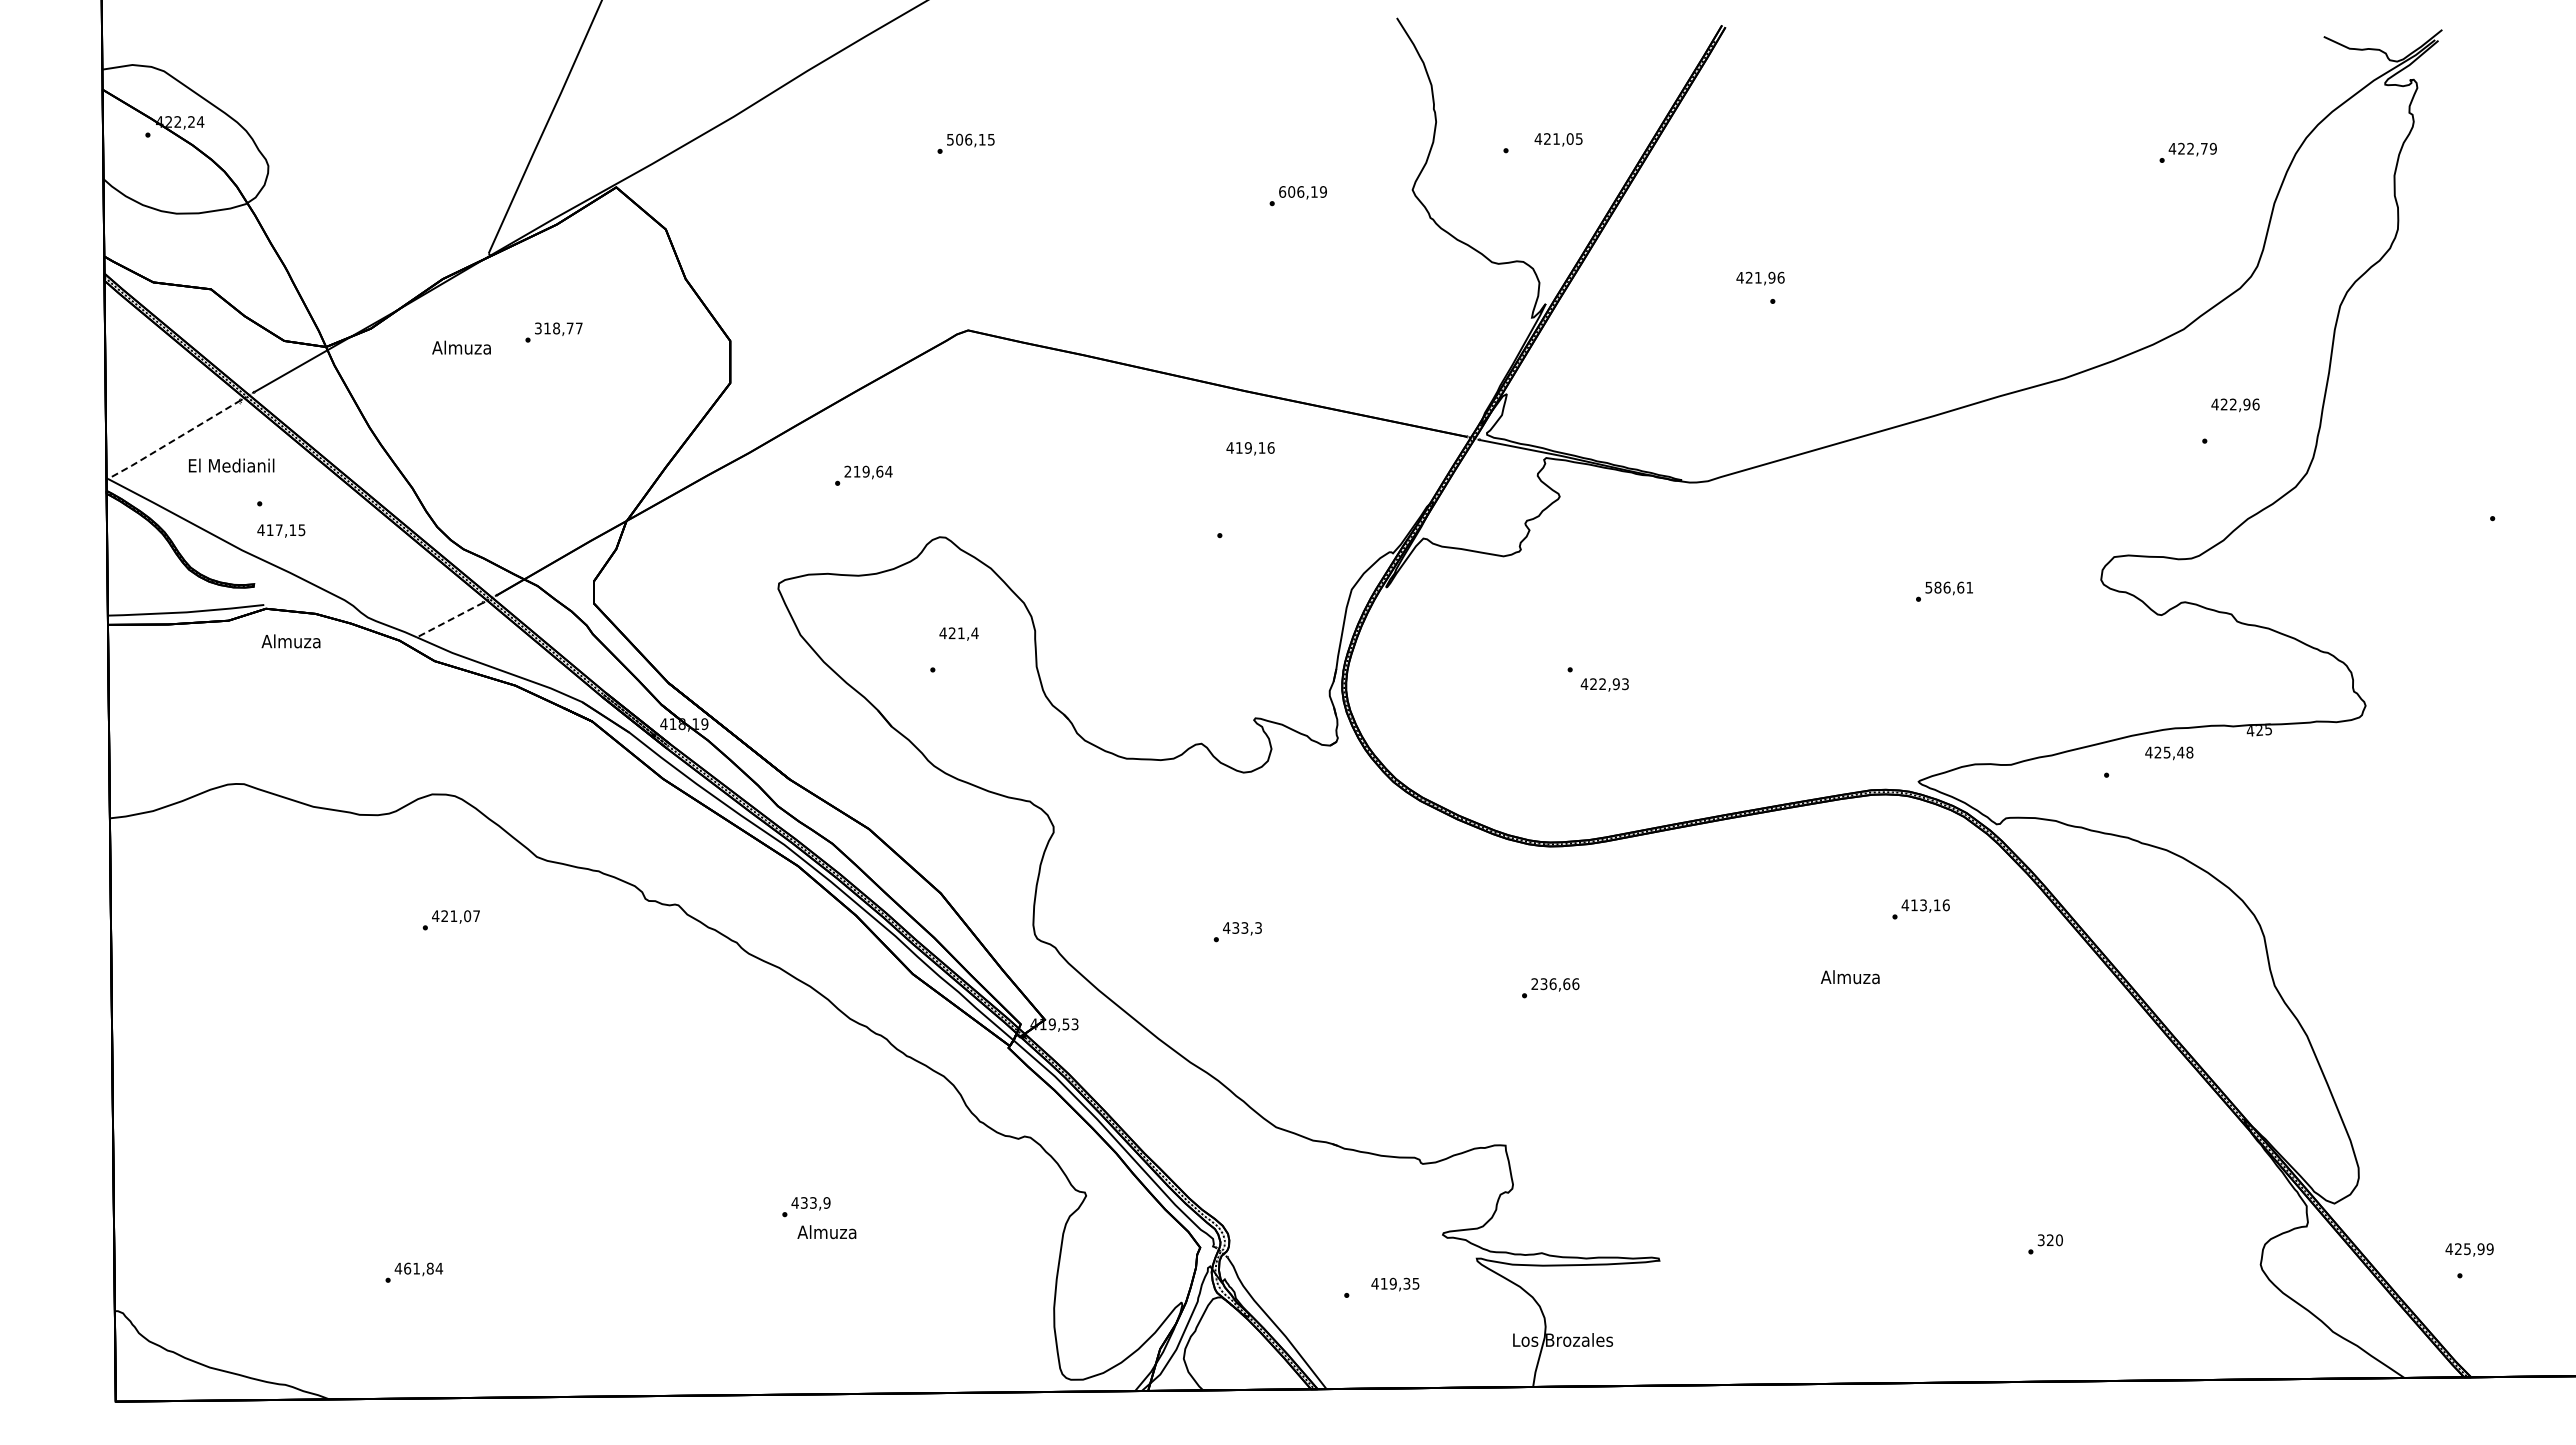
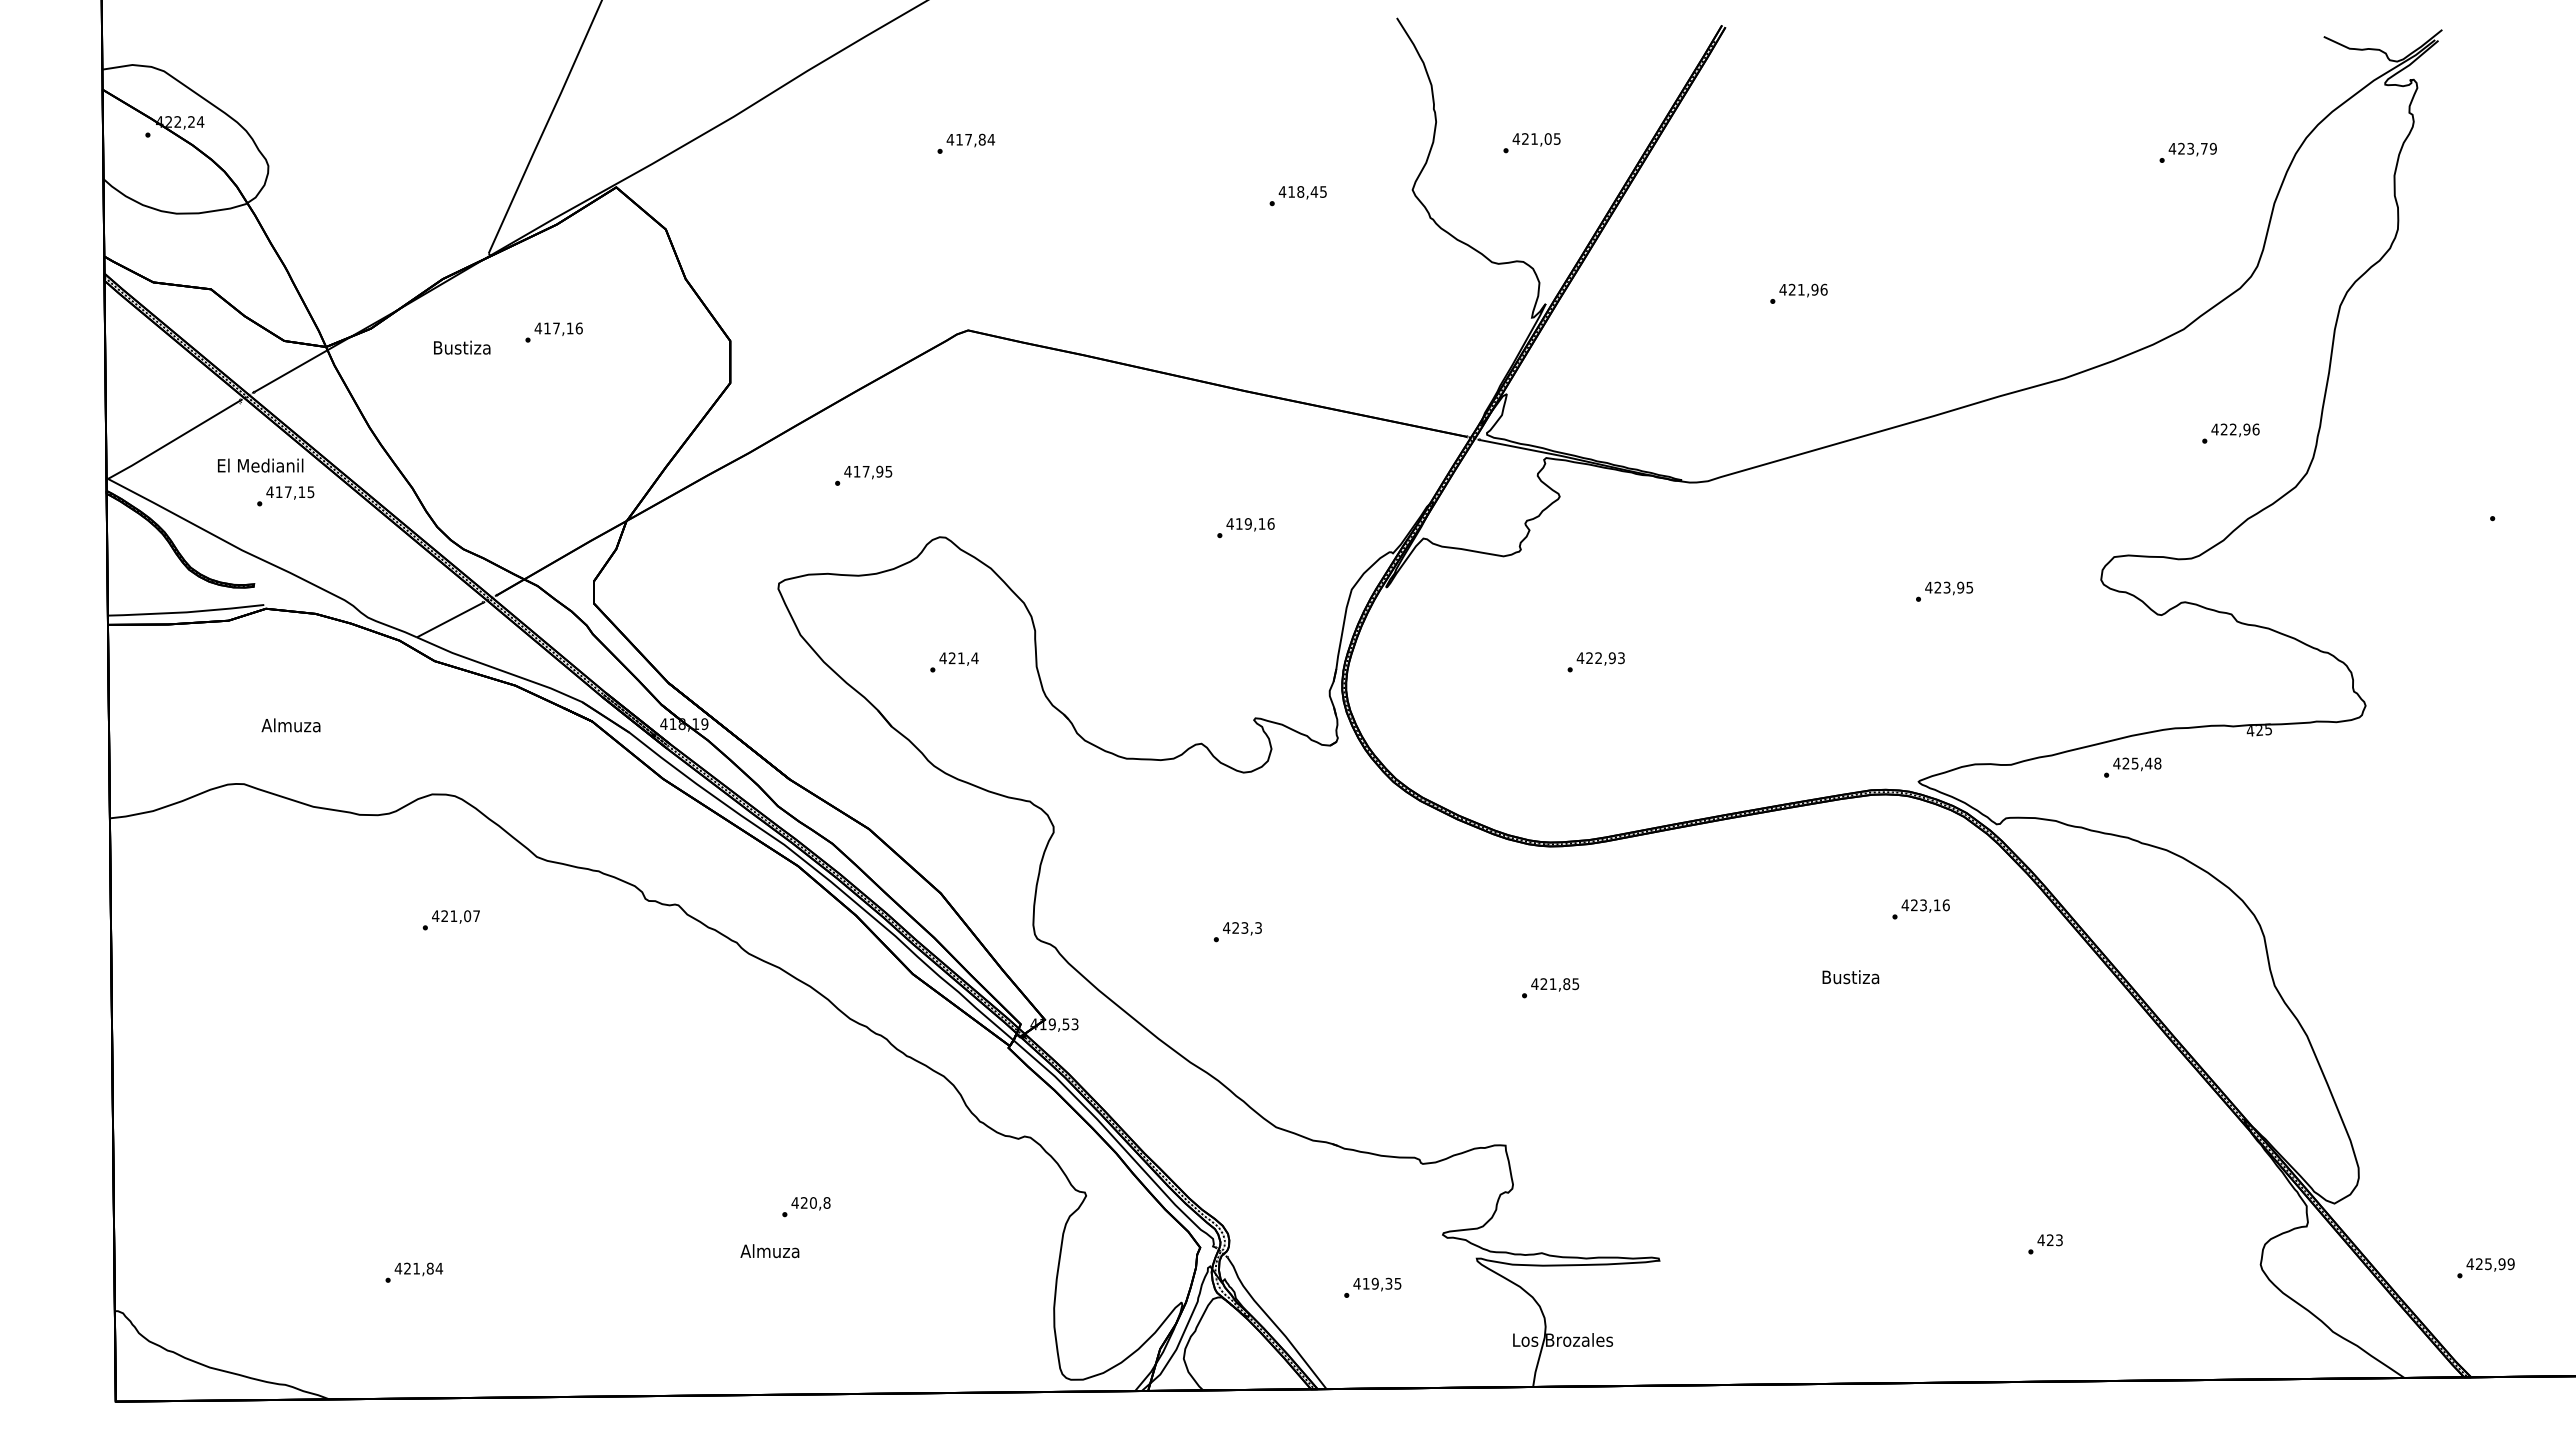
text at (970, 139): 506,15 -> 417,84
text at (1558, 139) position: (1558, 139) -> (1536, 139)
text at (2190, 148): 422,79 -> 423,79
text at (1302, 191): 606,19 -> 418,45
text at (1760, 278) position: (1760, 278) -> (1803, 290)
text at (558, 328): 318,77 -> 417,16
text at (461, 347): Almuza -> Bustiza
text at (2235, 405) position: (2235, 405) -> (2235, 430)
line at (173, 440): dashed -> solid
text at (1250, 448) position: (1250, 448) -> (1250, 524)
text at (231, 465) position: (231, 465) -> (260, 465)
text at (868, 471): 219,64 -> 417,95
text at (281, 530) position: (281, 530) -> (290, 492)
text at (1949, 587): 586,61 -> 423,95
line at (450, 620): dashed -> solid
text at (958, 633) position: (958, 633) -> (958, 658)
text at (290, 641) position: (290, 641) -> (290, 725)
text at (1604, 684) position: (1604, 684) -> (1600, 658)
text at (2169, 753) position: (2169, 753) -> (2137, 764)
text at (1914, 904): 413,16 -> 423,16
text at (1235, 927): 433,3 -> 423,3
text at (1849, 977): Almuza -> Bustiza
text at (1555, 984): 236,66 -> 421,85
text at (815, 1202): 433,9 -> 420,8
text at (826, 1232) position: (826, 1232) -> (769, 1251)
text at (2049, 1240): 320 -> 423
text at (2469, 1249) position: (2469, 1249) -> (2490, 1264)
text at (407, 1268): 461,84 -> 421,84
text at (1395, 1284) position: (1395, 1284) -> (1377, 1284)
